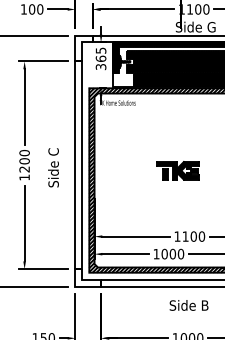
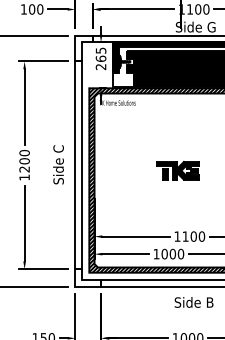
text at (101, 66): 365 -> 265
text at (53, 167) position: (53, 167) -> (58, 164)
text at (188, 305) position: (188, 305) -> (193, 302)
